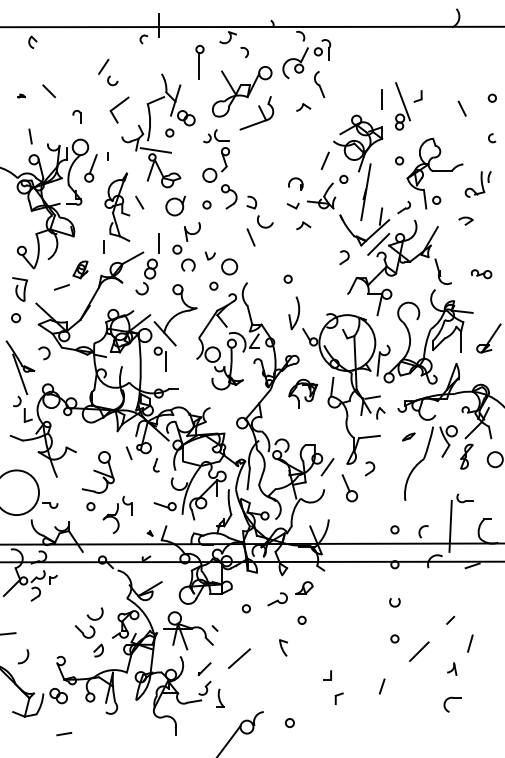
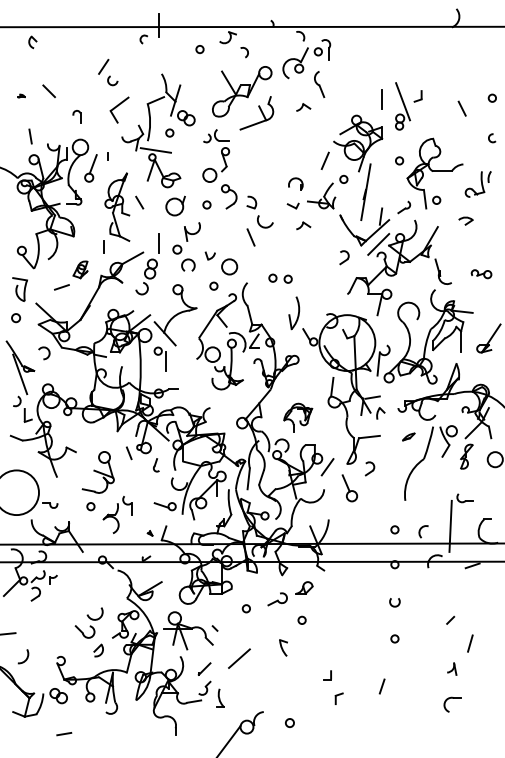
line at (198, 65): present -> none
circle at (272, 277): none -> present
part at (303, 393) position: (303, 393) -> (298, 417)
line at (419, 651): present -> none
